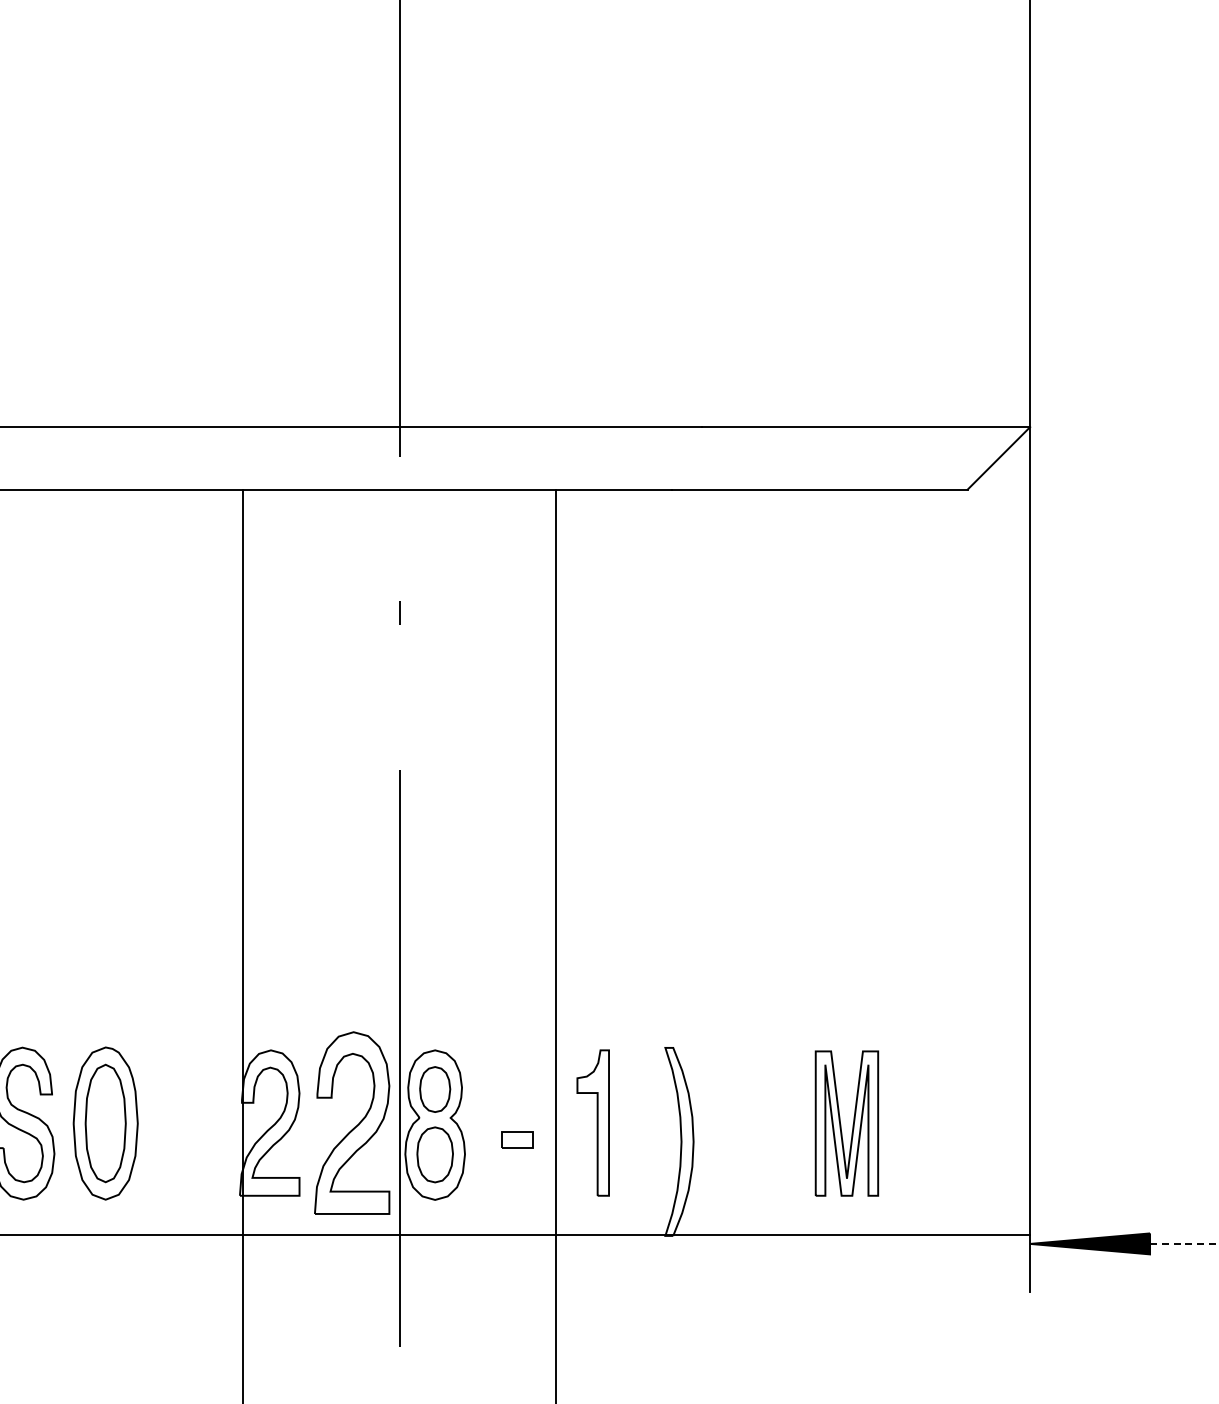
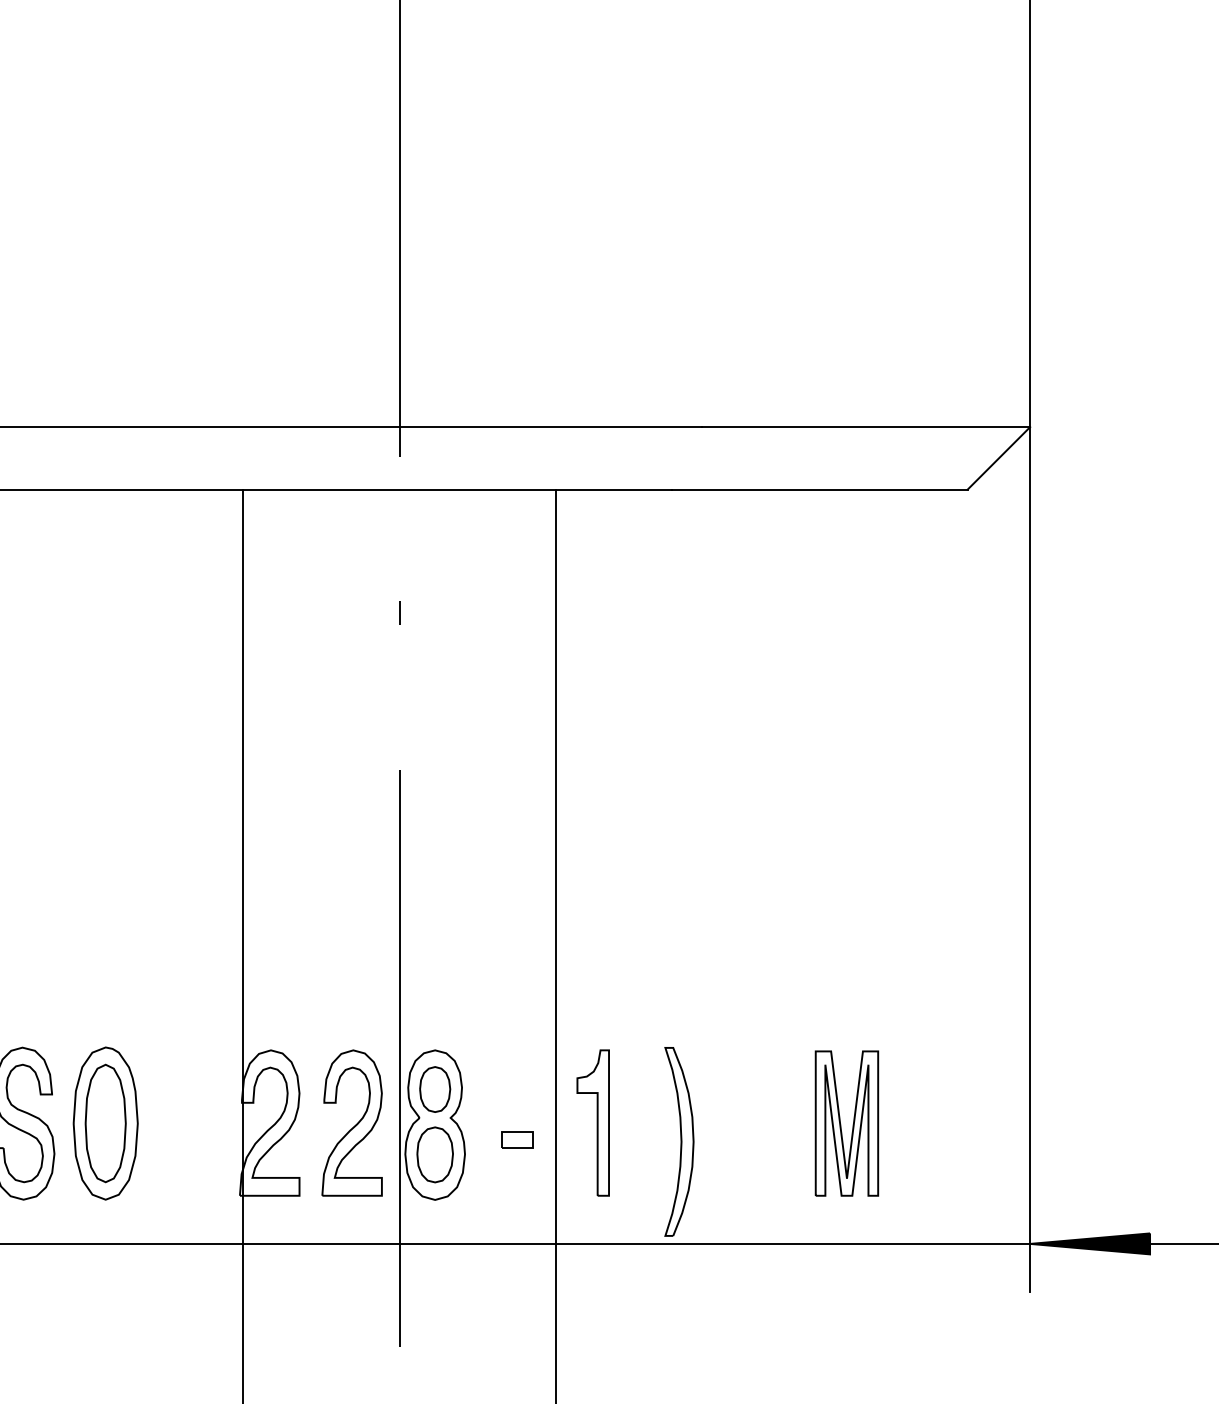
part at (352, 1122) size: 77x184 px -> 62x148 px
line at (516, 1234) position: (516, 1234) -> (516, 1243)
line at (1184, 1243): dashed -> solid
